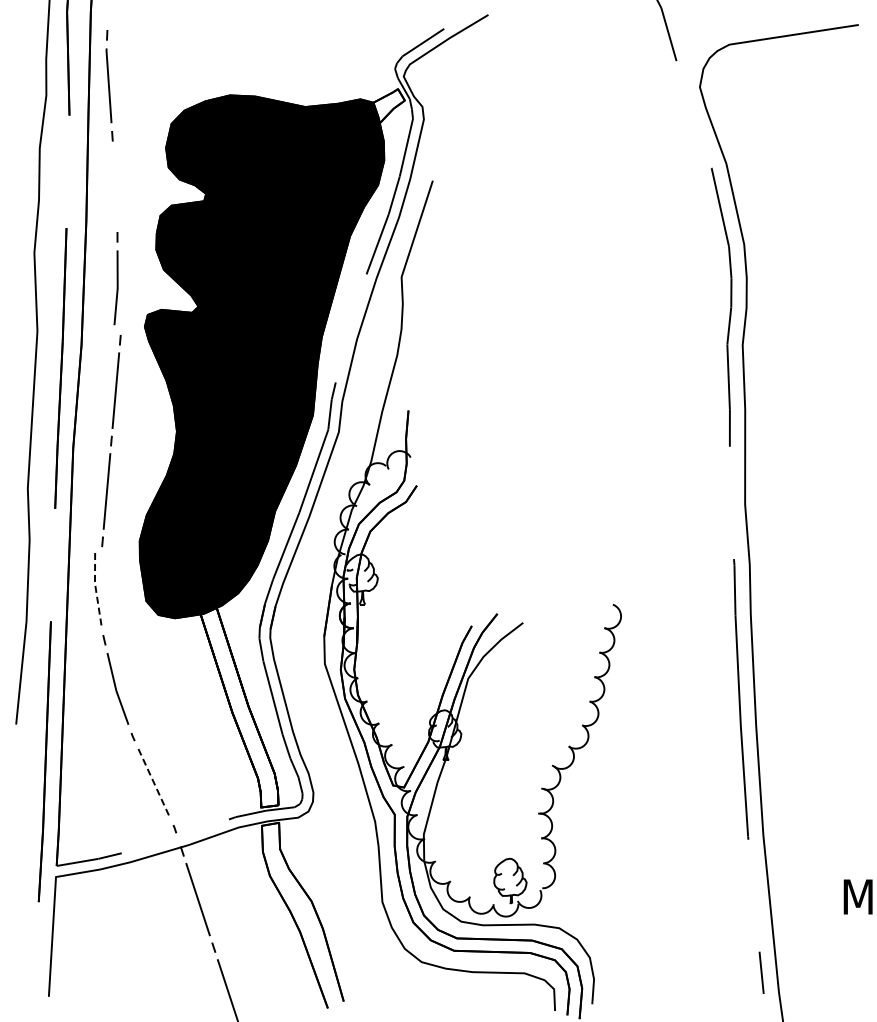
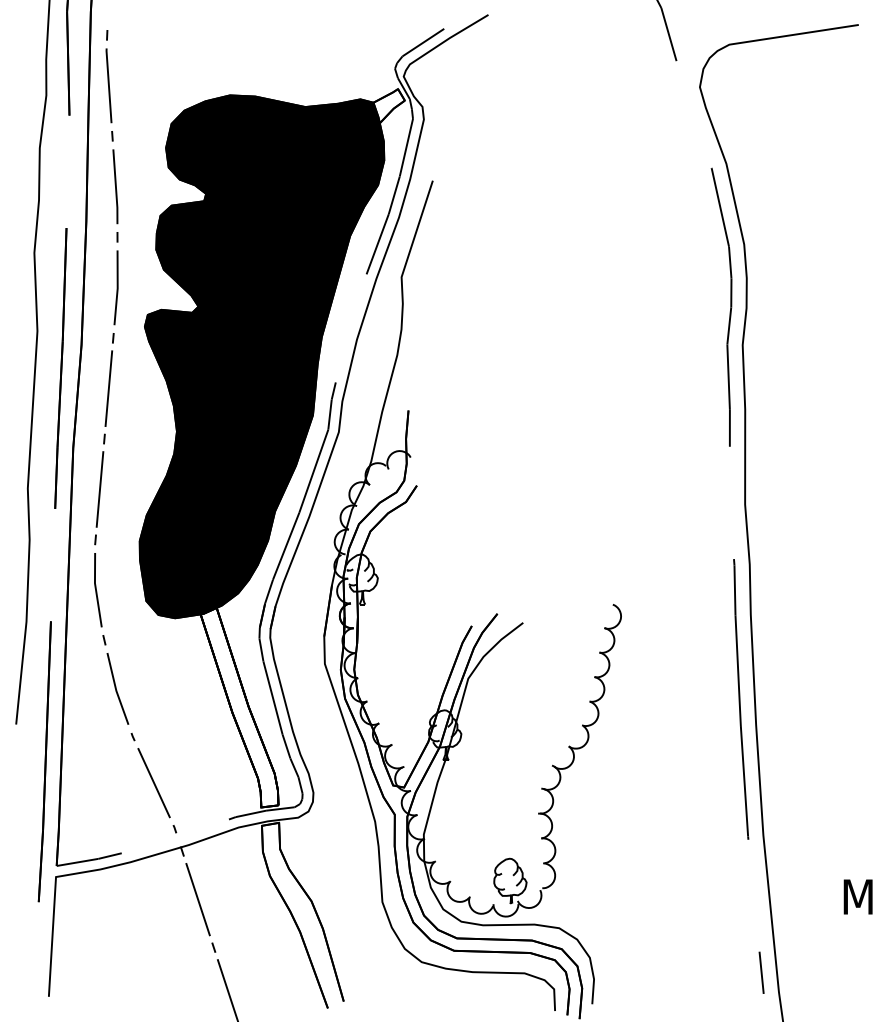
line at (115, 186): none -> present
line at (111, 441) position: (111, 441) -> (104, 439)
line at (96, 590): dashed -> solid
line at (154, 783): dashed -> solid
